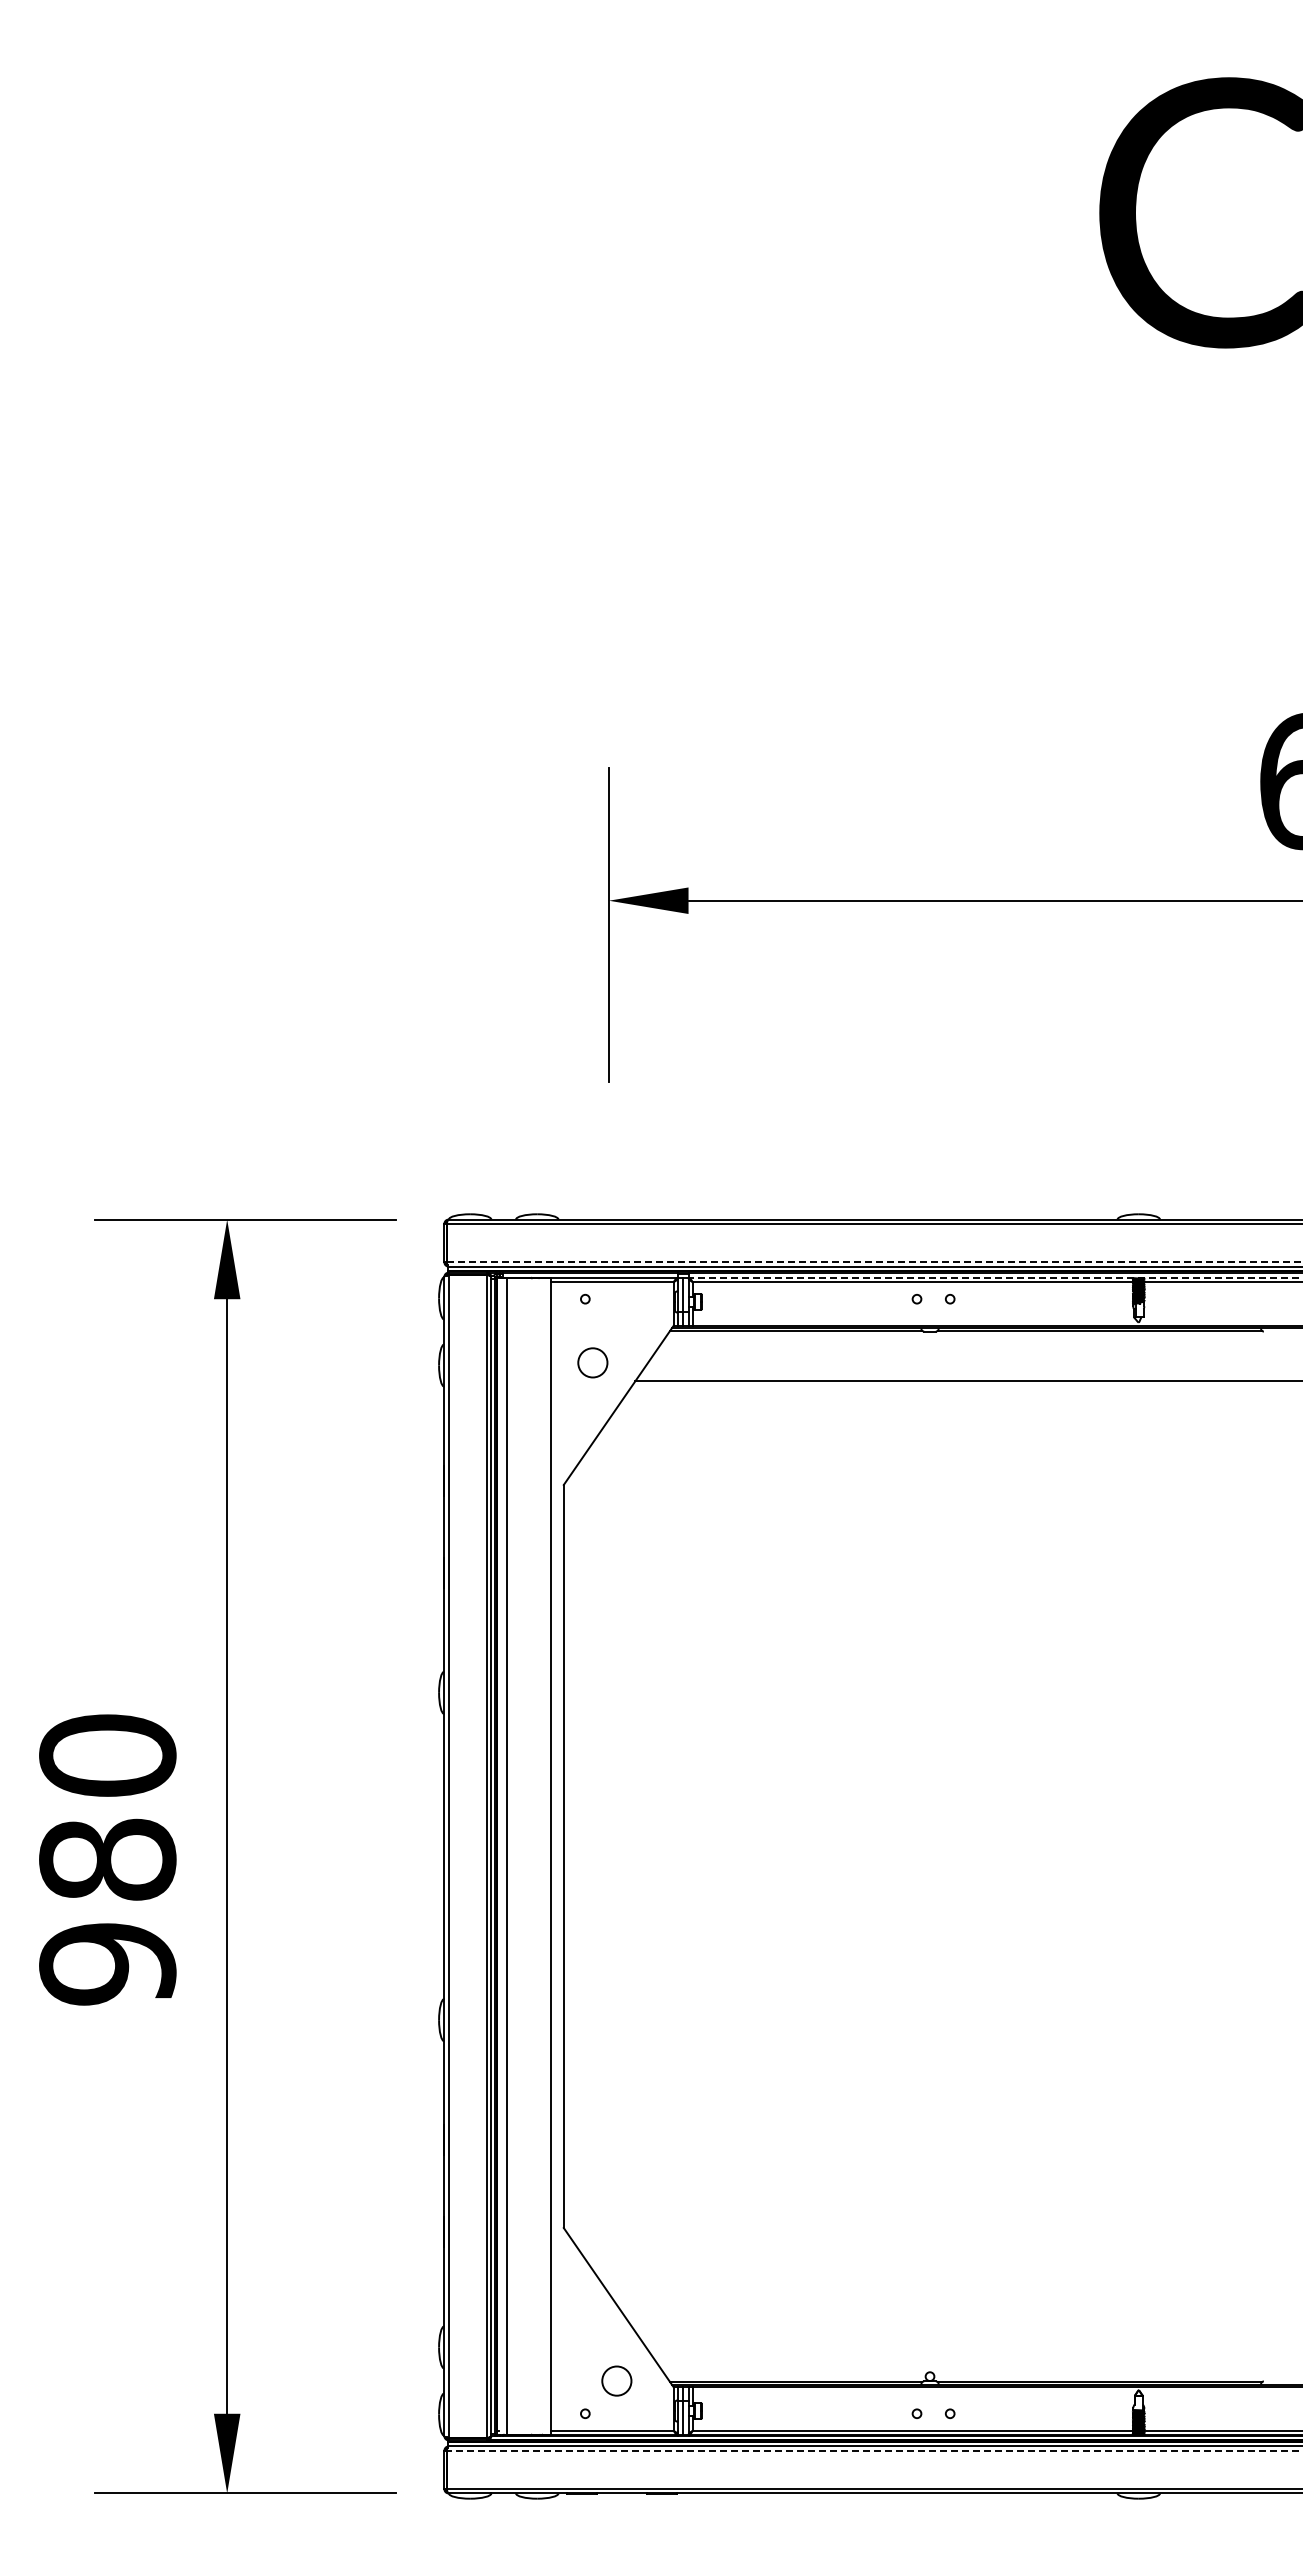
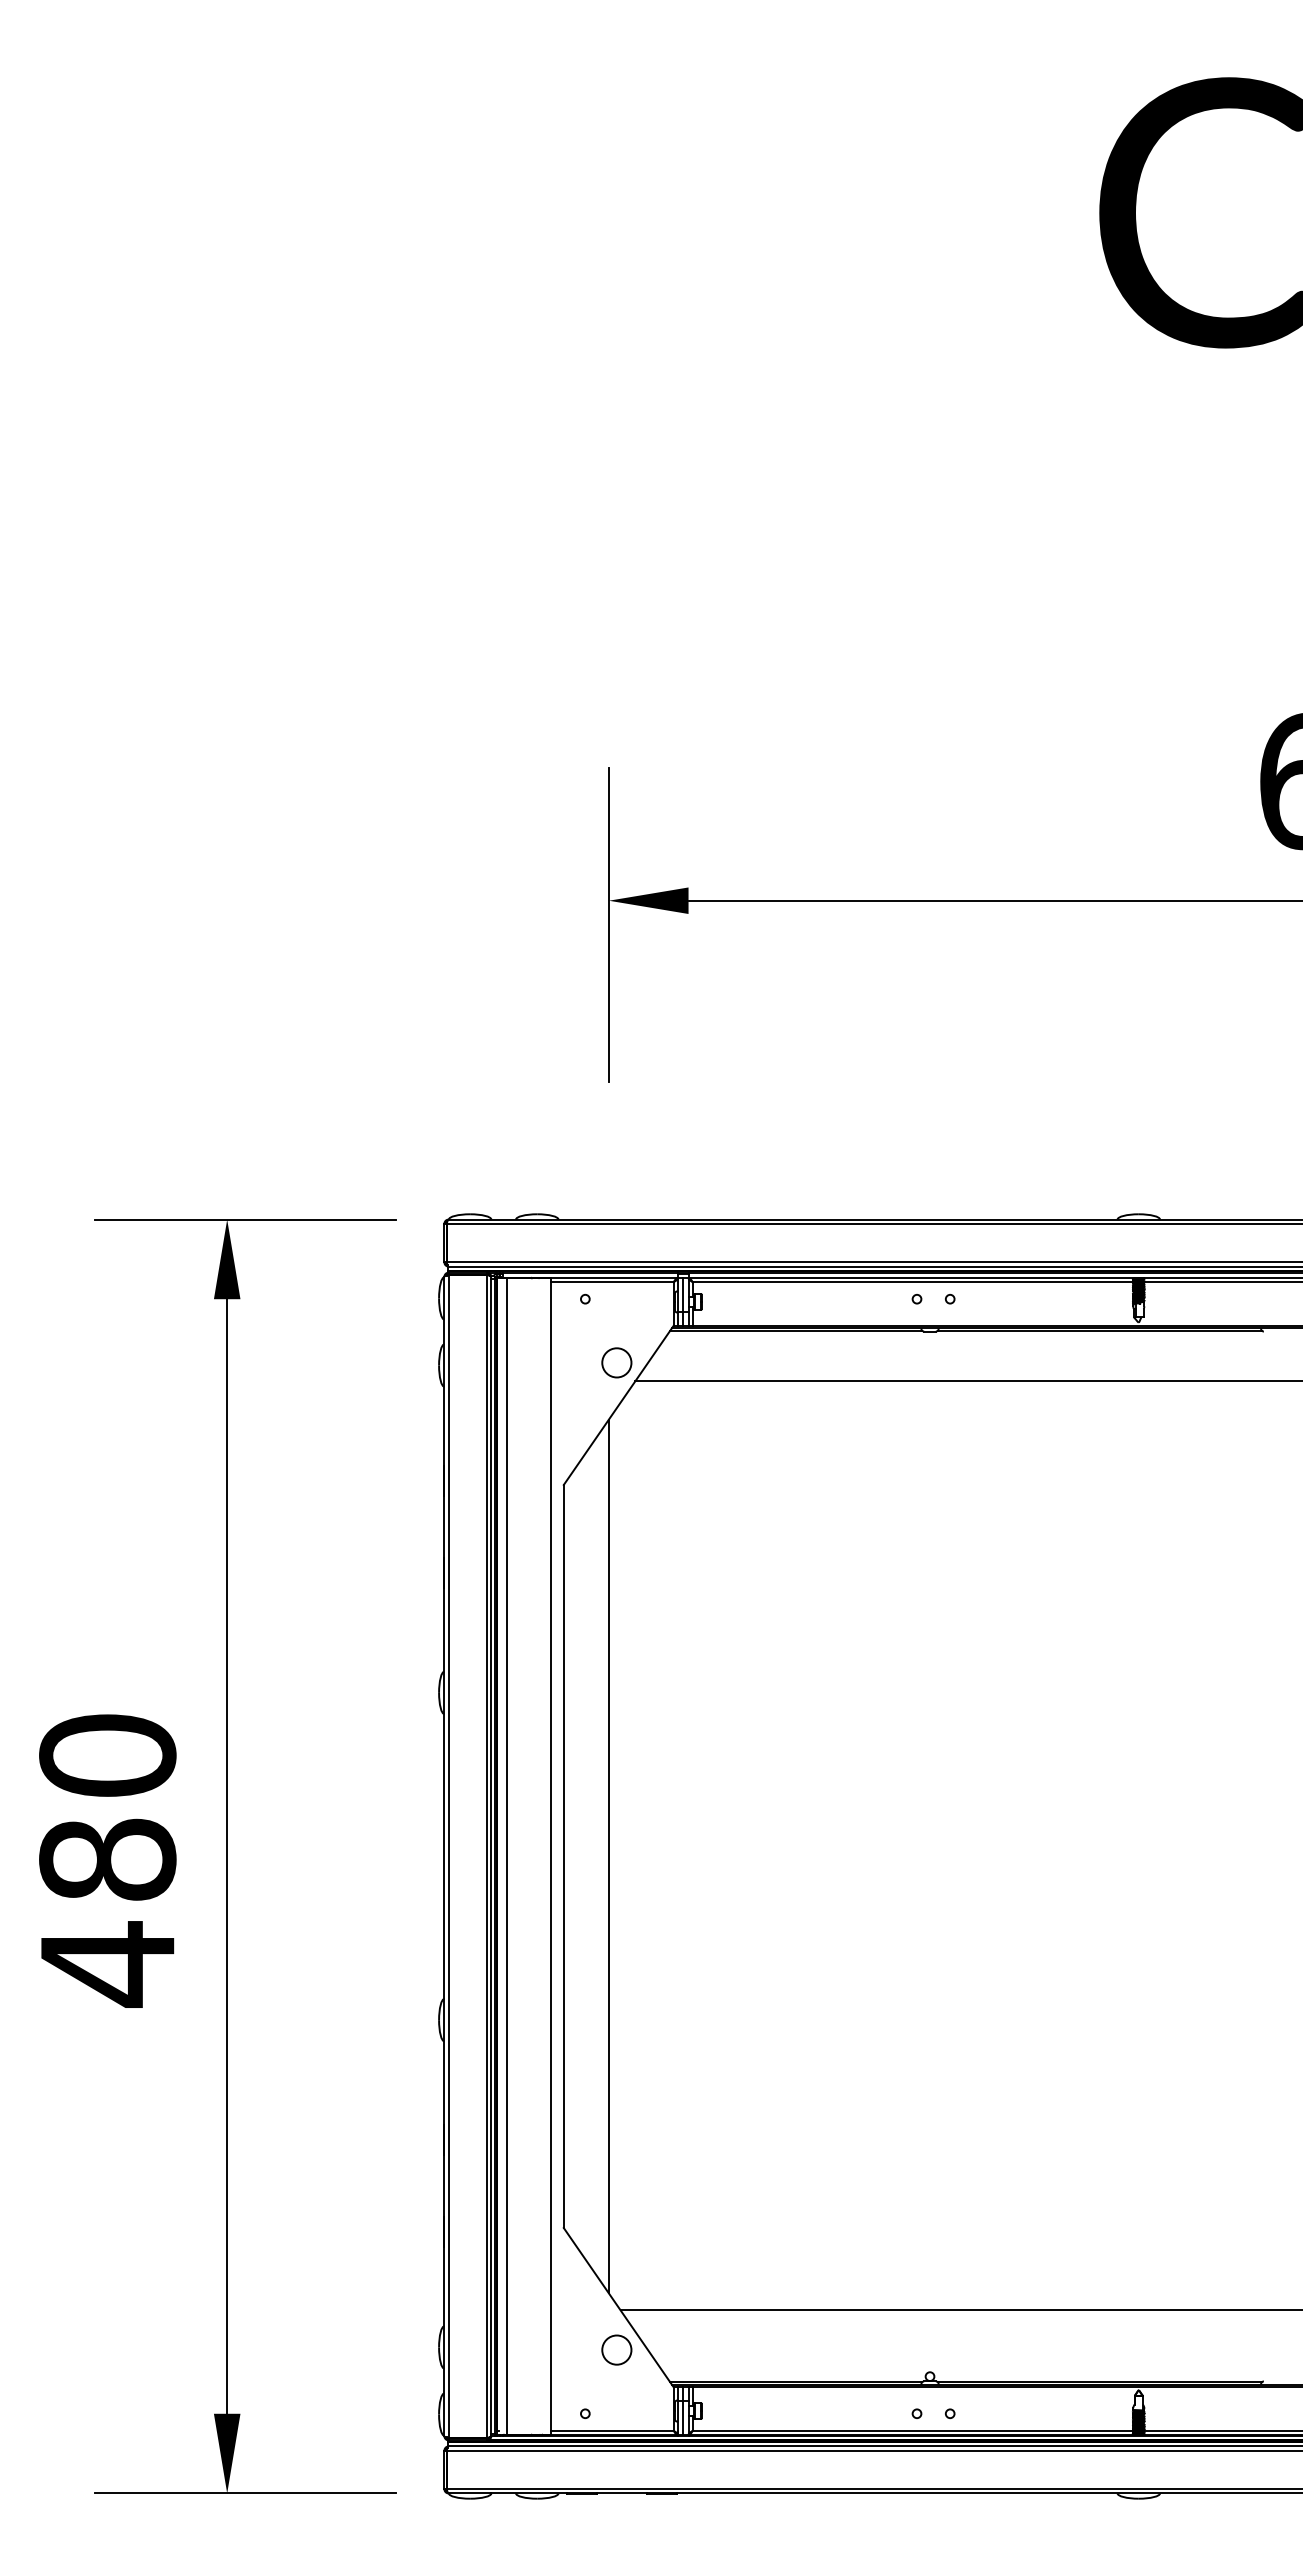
line at (874, 1262): dashed -> solid
line at (995, 1277): dashed -> solid
circle at (592, 1362) position: (592, 1362) -> (616, 1362)
line at (608, 1856): none -> present
text at (107, 1964): 980 -> 480
line at (959, 2310): none -> present
circle at (616, 2380) position: (616, 2380) -> (616, 2349)
line at (874, 2450): dashed -> solid
